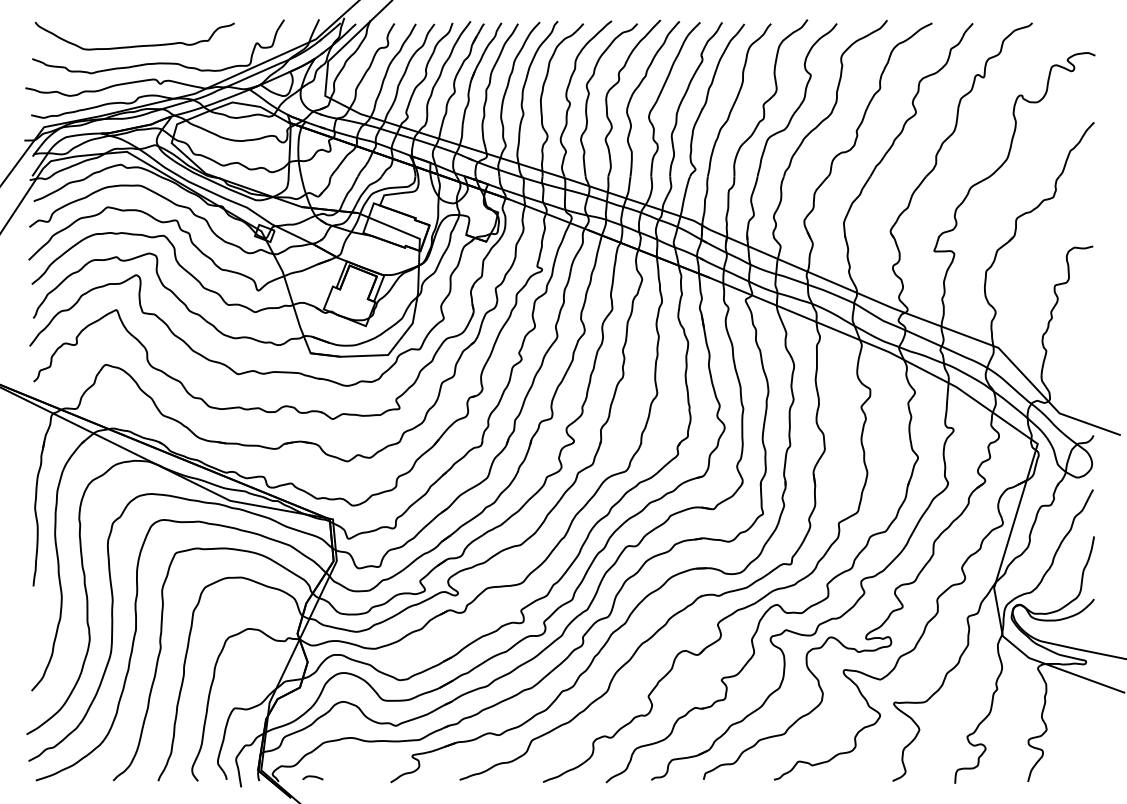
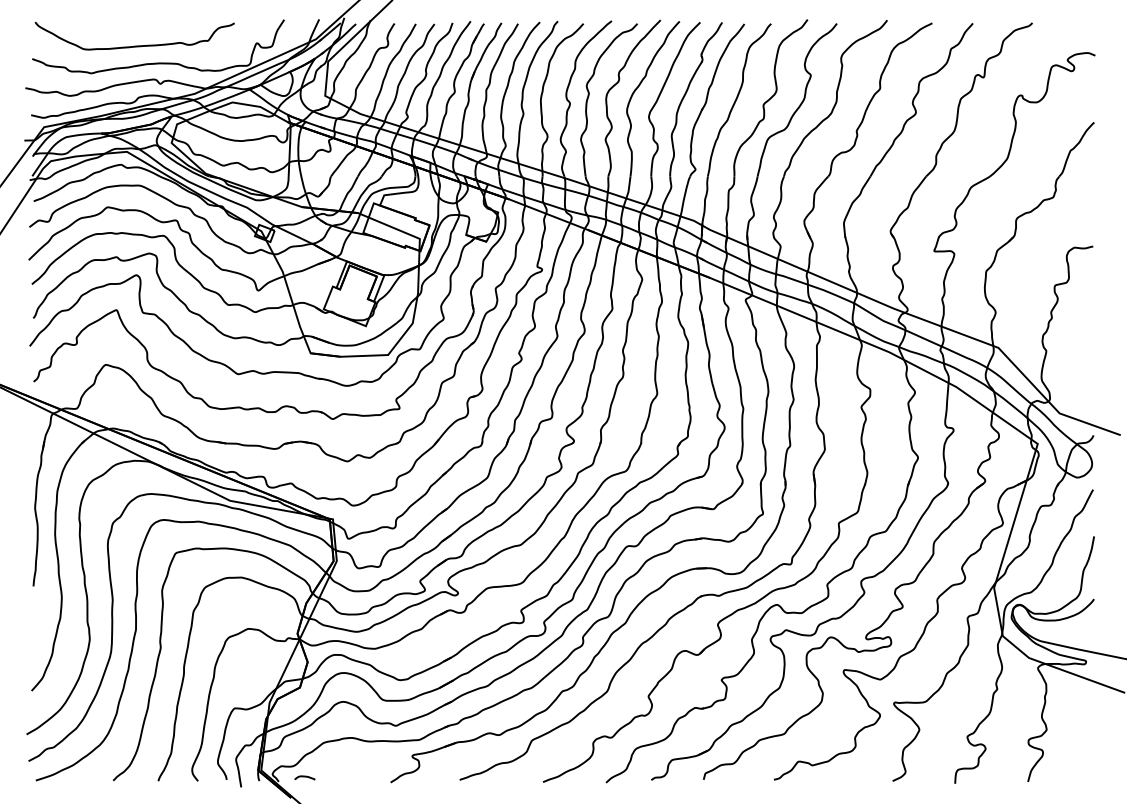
curve at (312, 777) position: (312, 777) -> (304, 777)
